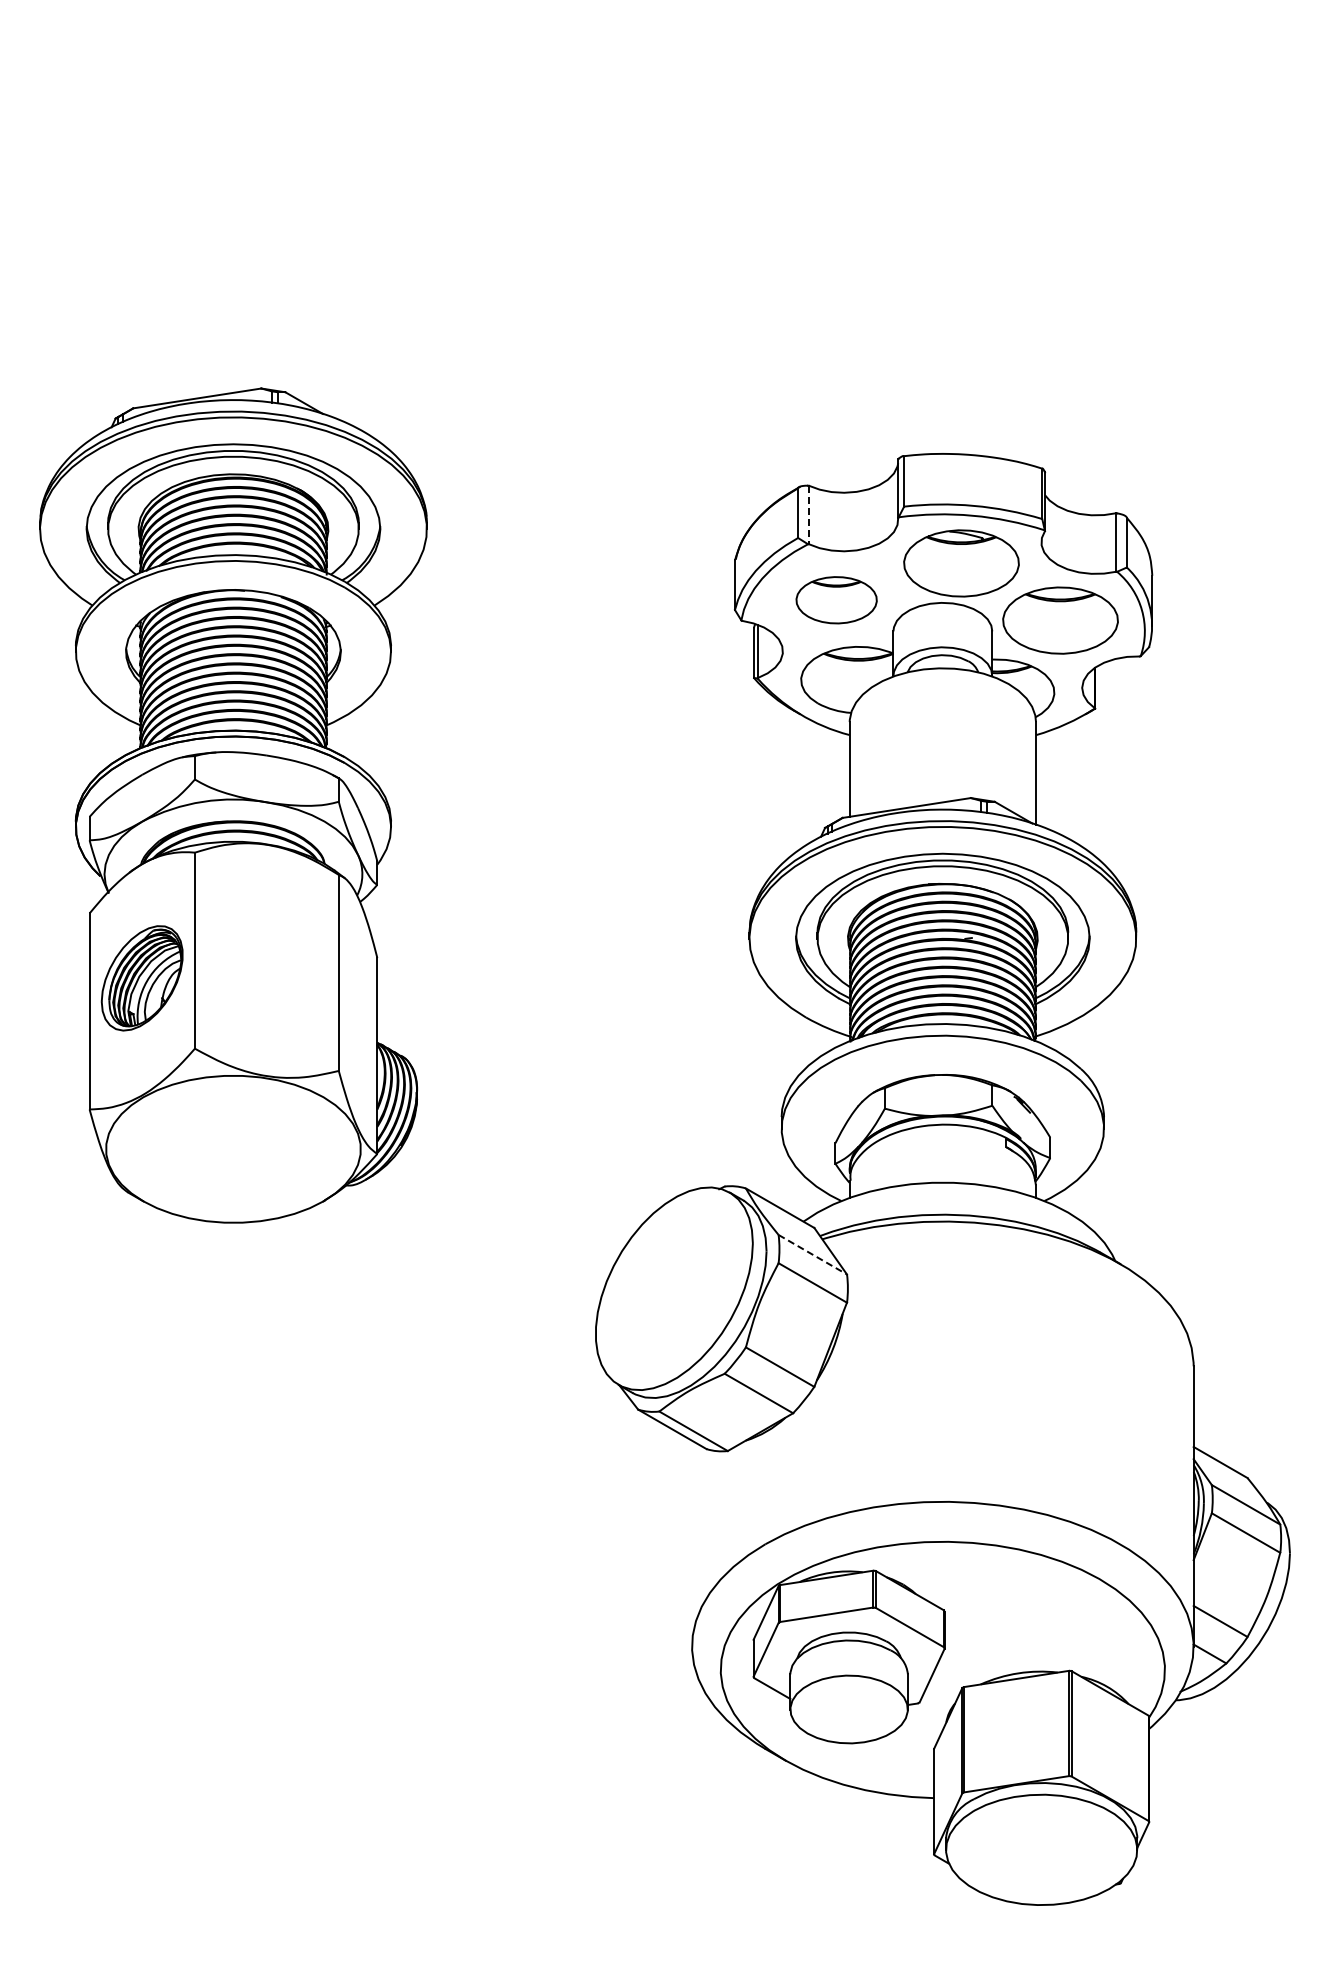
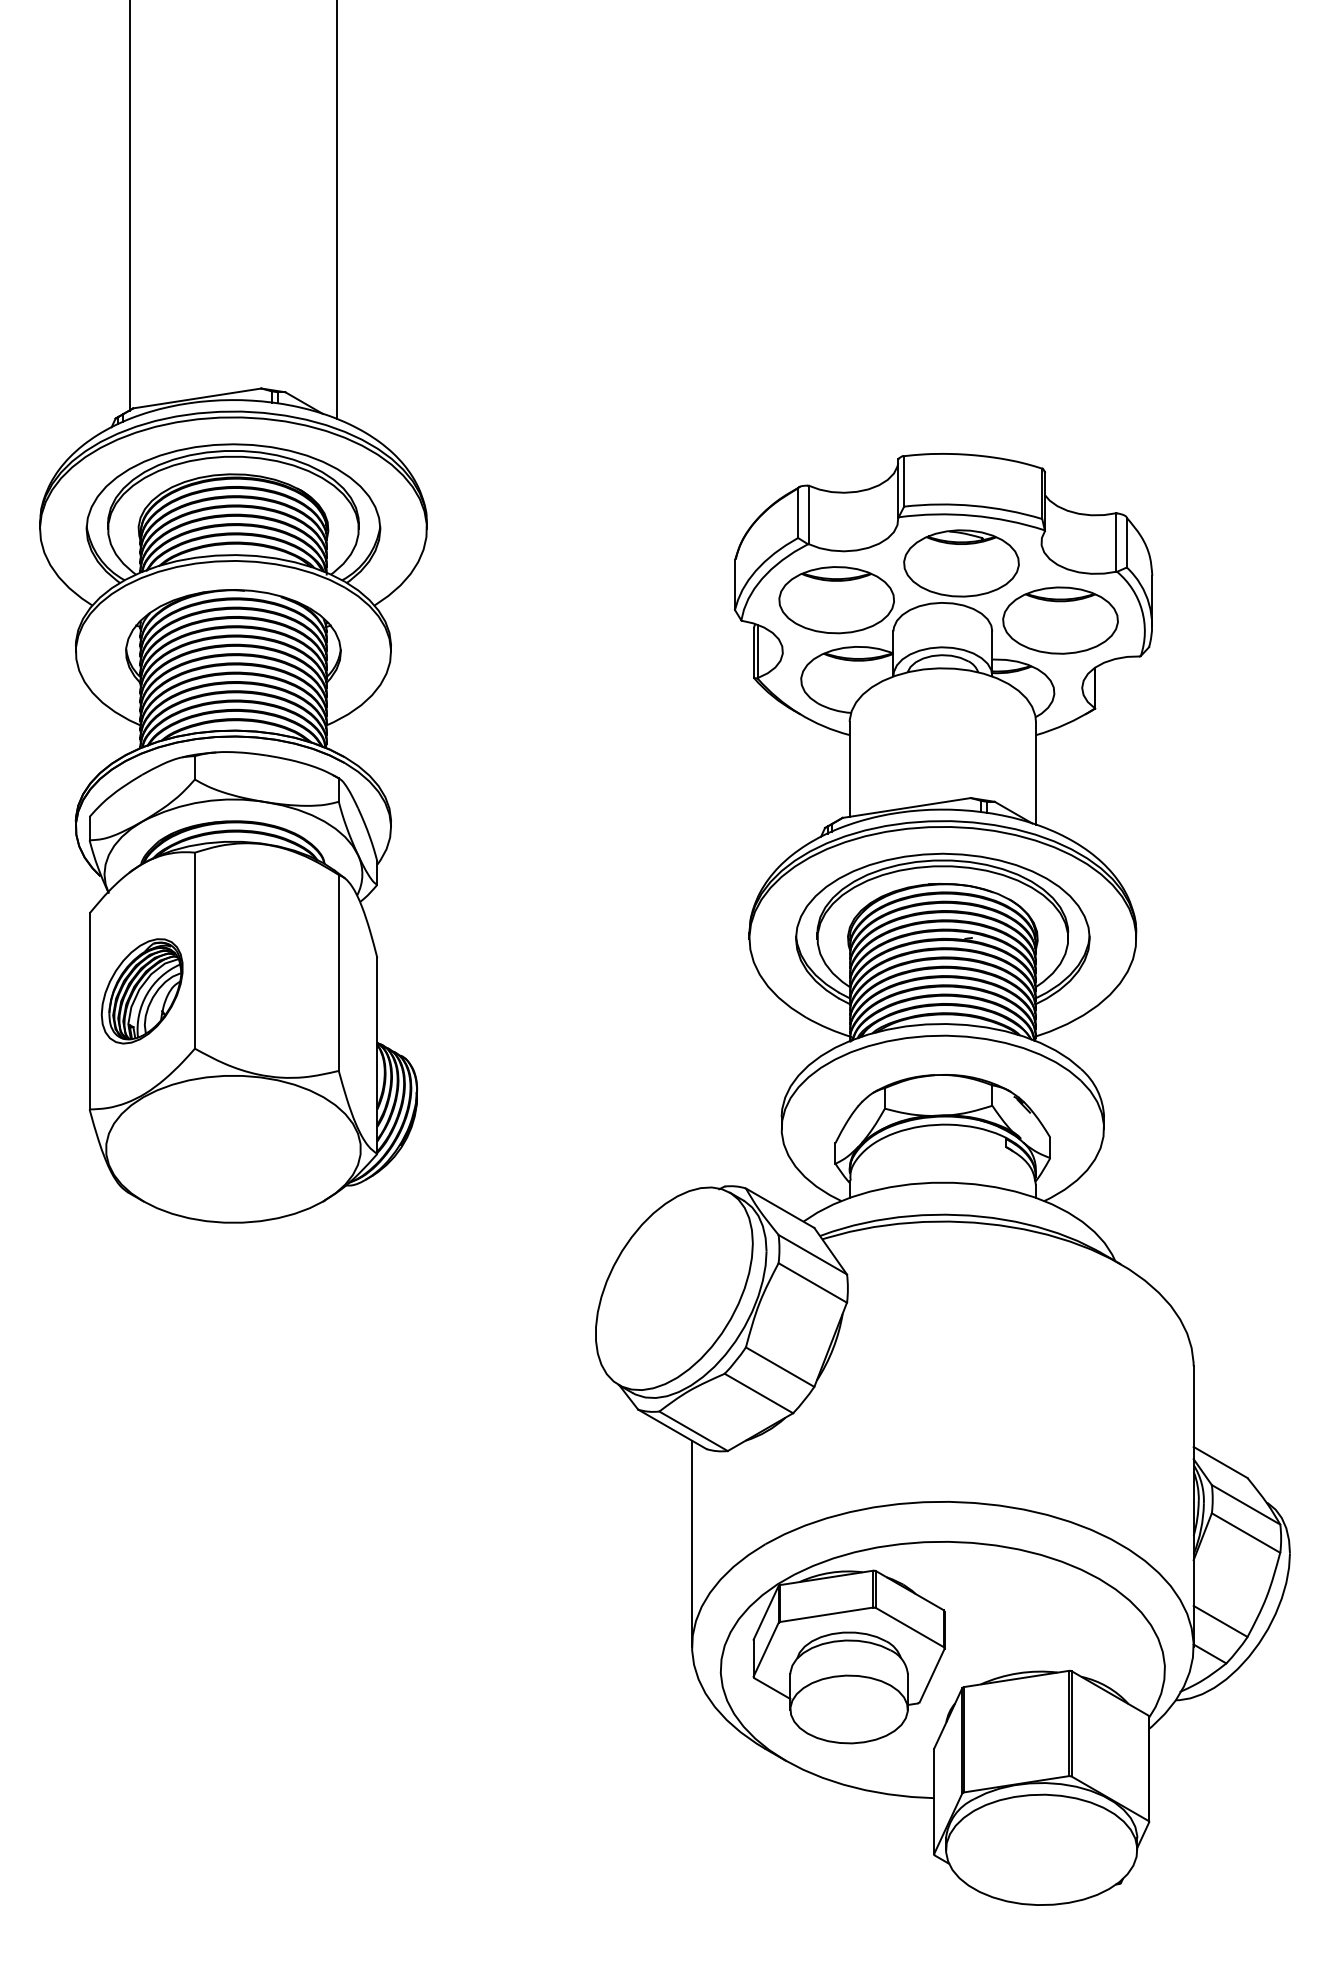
line at (129, 206): none -> present
line at (337, 210): none -> present
line at (809, 515): dashed -> solid
part at (836, 600) size: 83x49 px -> 117x69 px
part at (141, 978) position: (141, 978) -> (141, 991)
line at (813, 1254): dashed -> solid
line at (692, 1543): none -> present
